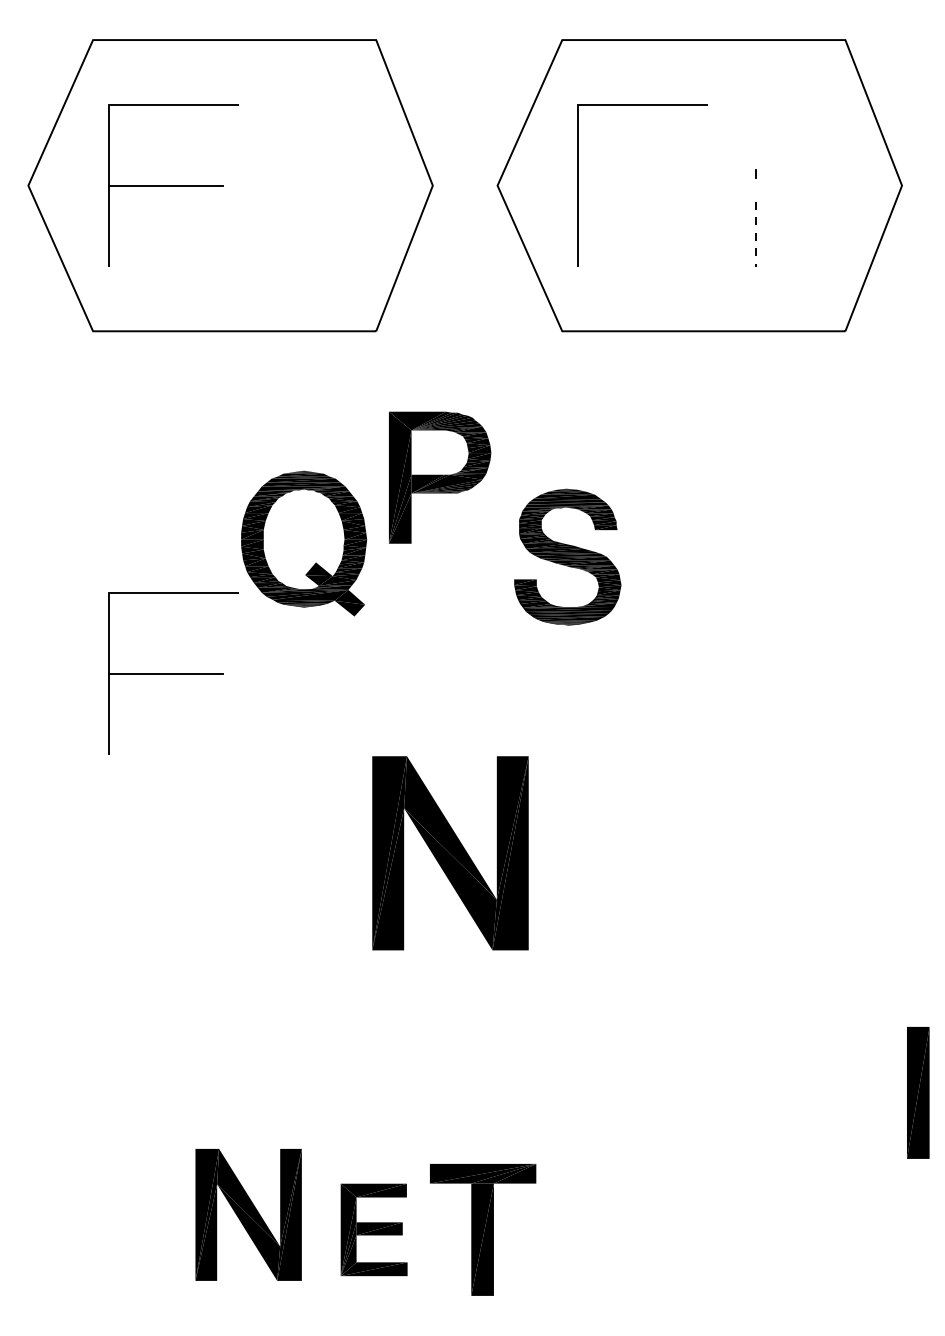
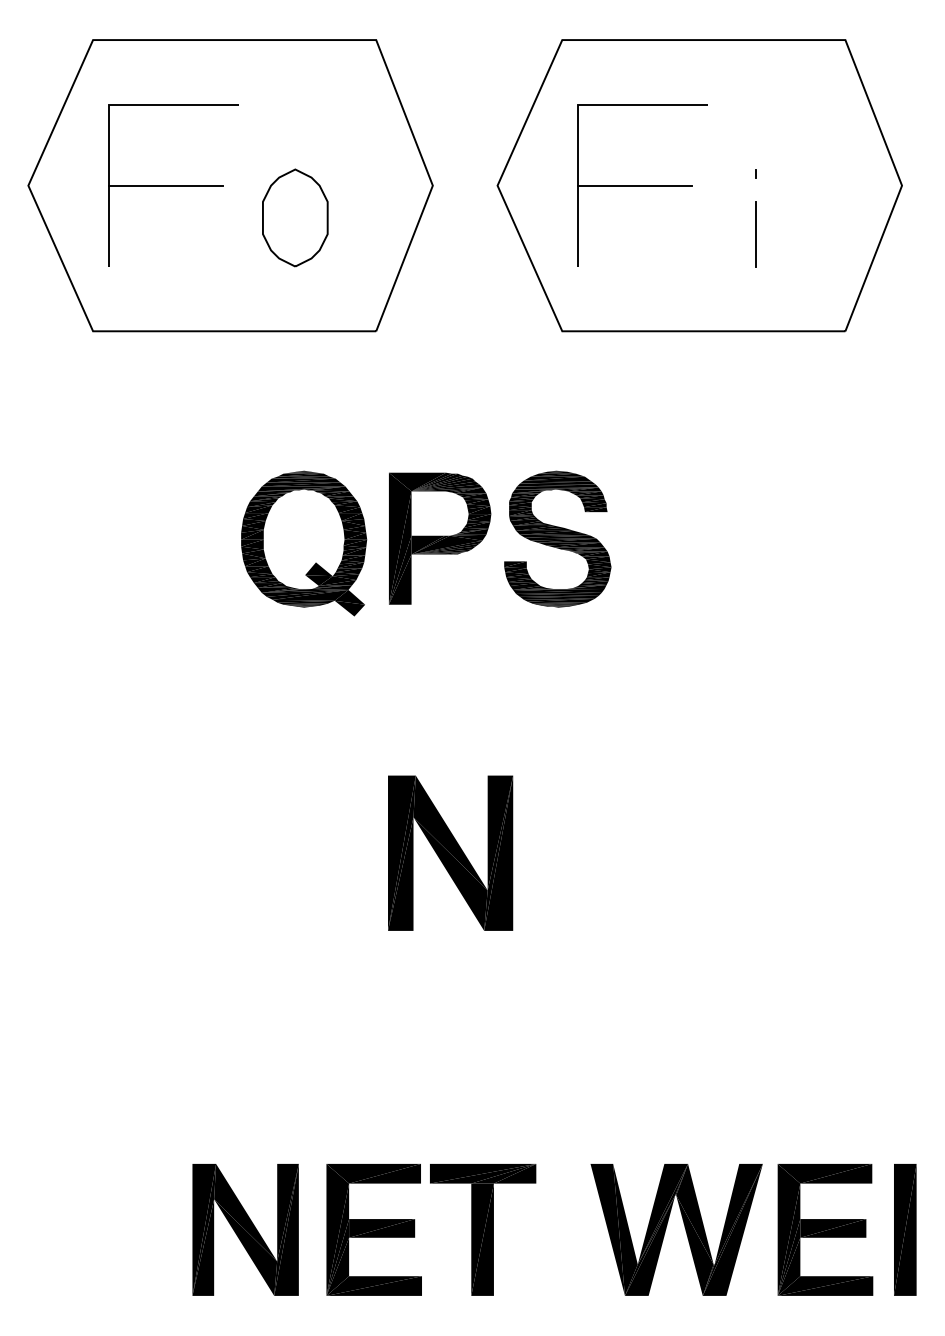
line at (634, 185): none -> present
part at (295, 217): none -> present
line at (756, 234): dashed -> solid
part at (440, 477) position: (440, 477) -> (440, 538)
part at (567, 556) position: (567, 556) -> (557, 538)
part at (173, 673): present -> none
part at (450, 853) size: 157x195 px -> 126x156 px
part at (918, 1092) position: (918, 1092) -> (905, 1229)
part at (248, 1214) position: (248, 1214) -> (245, 1229)
part at (684, 1227): none -> present
part at (373, 1229) size: 68x94 px -> 96x132 px
part at (825, 1229): none -> present
